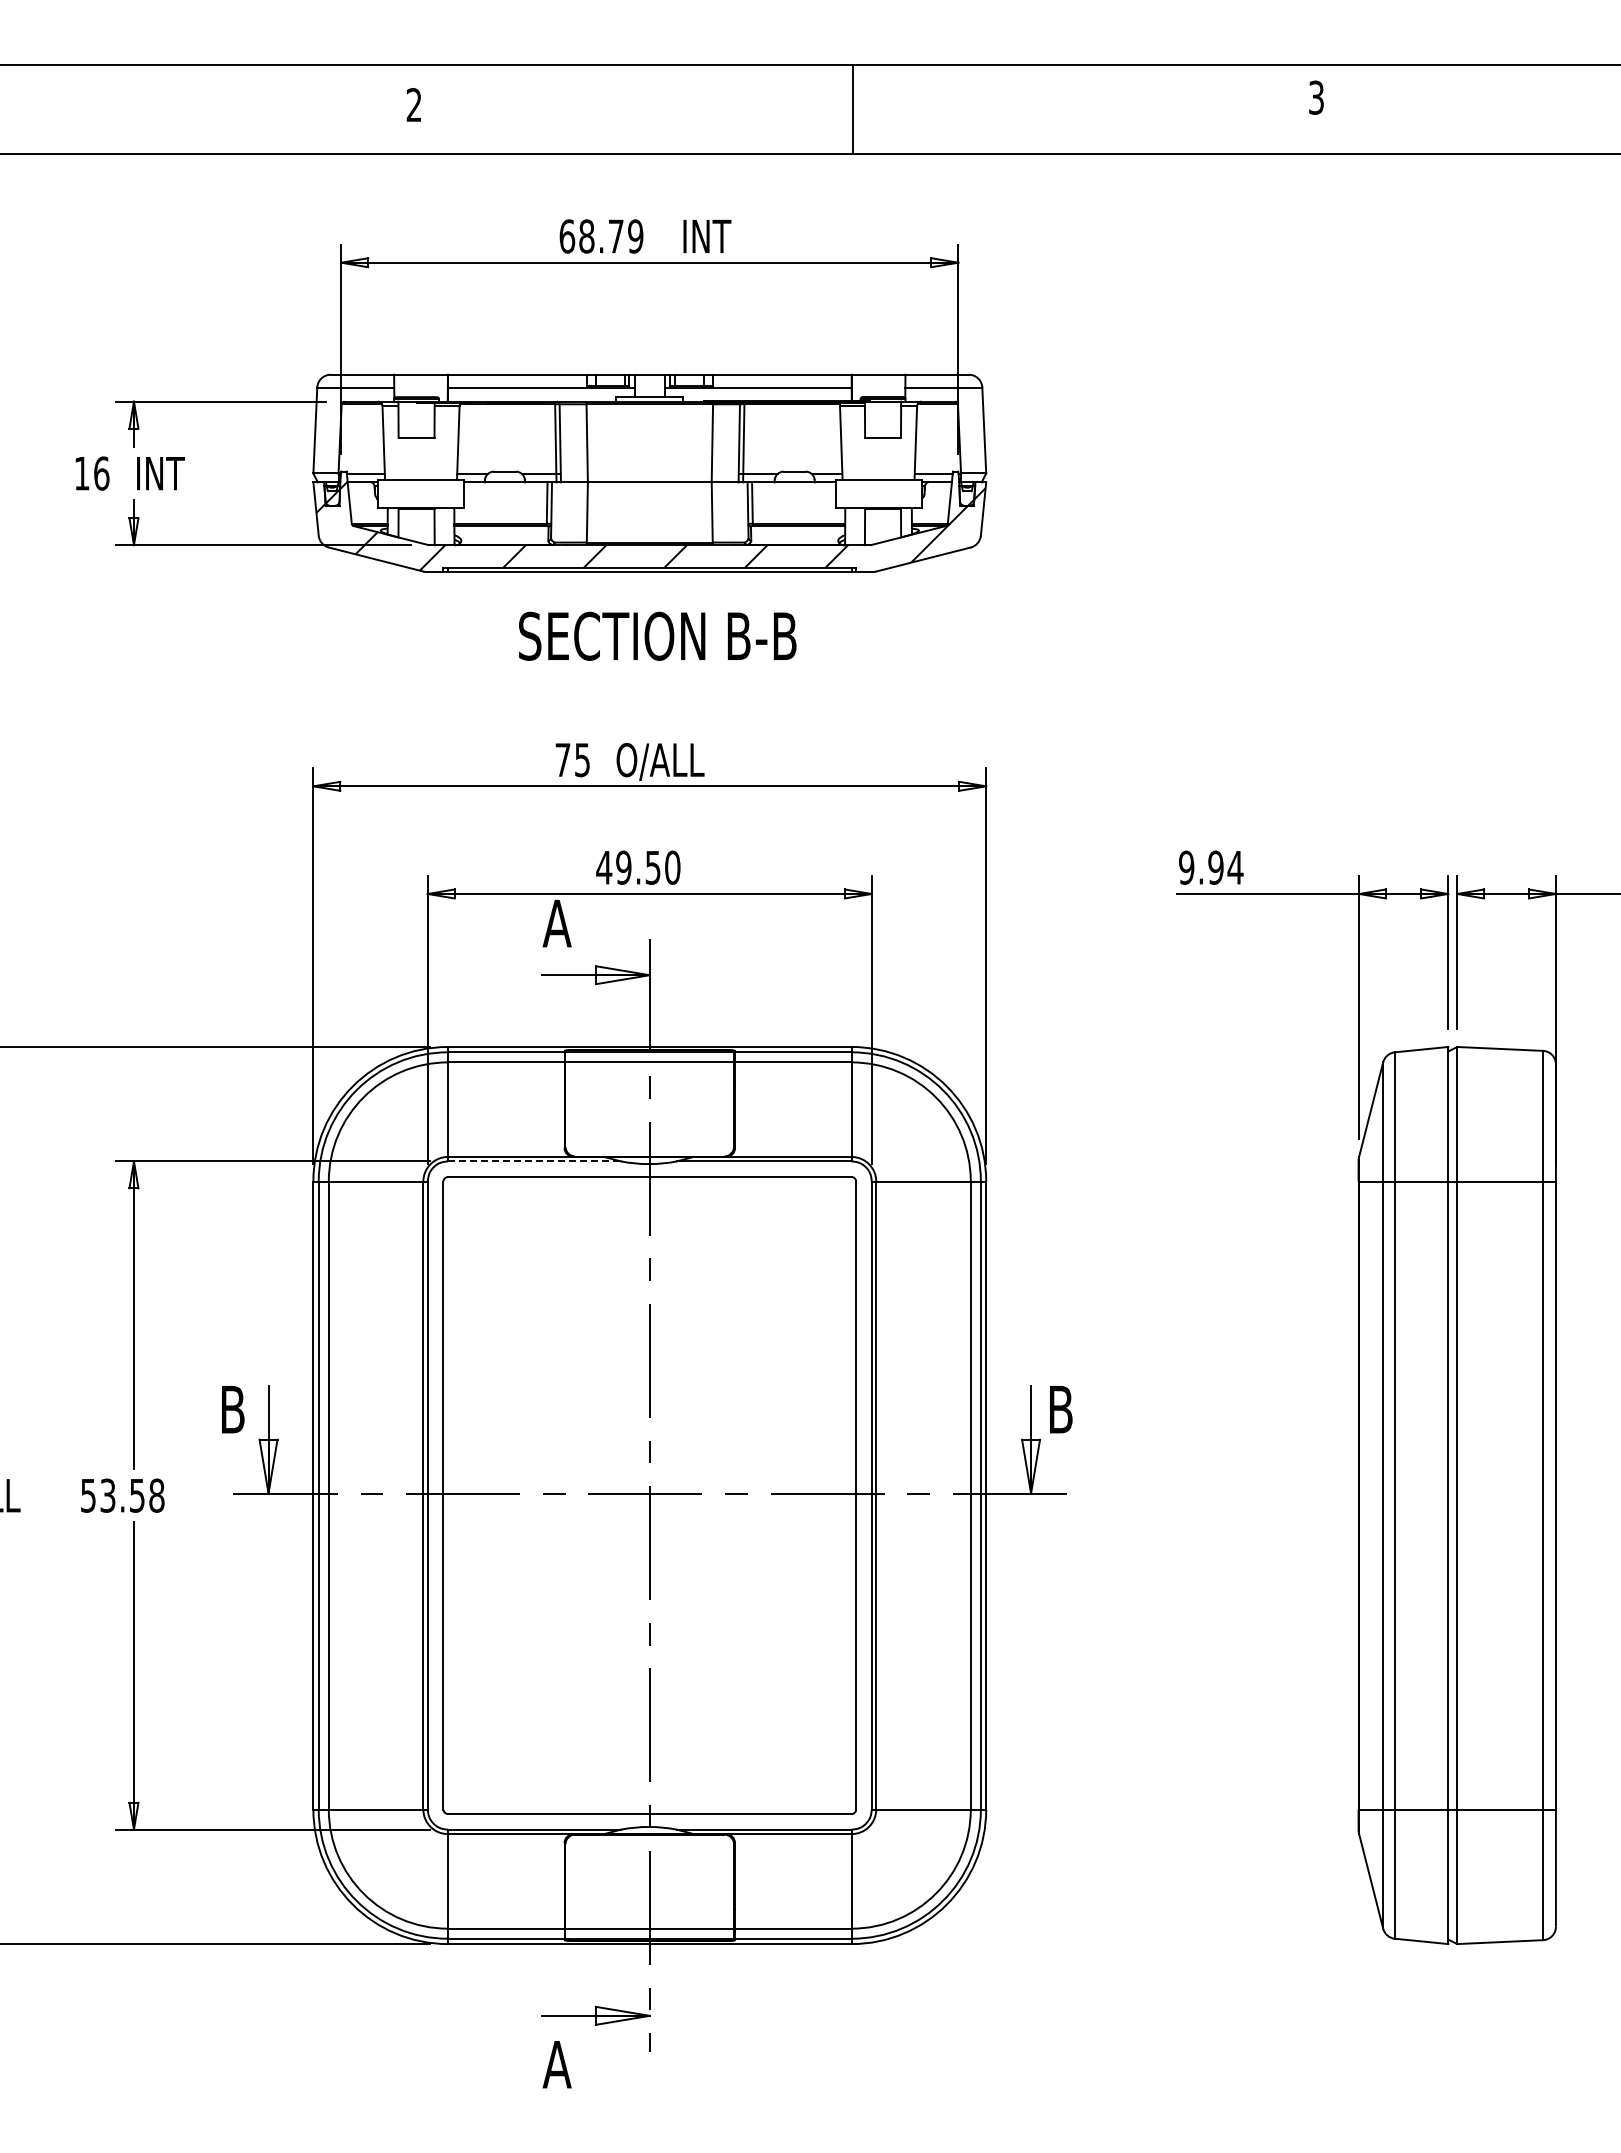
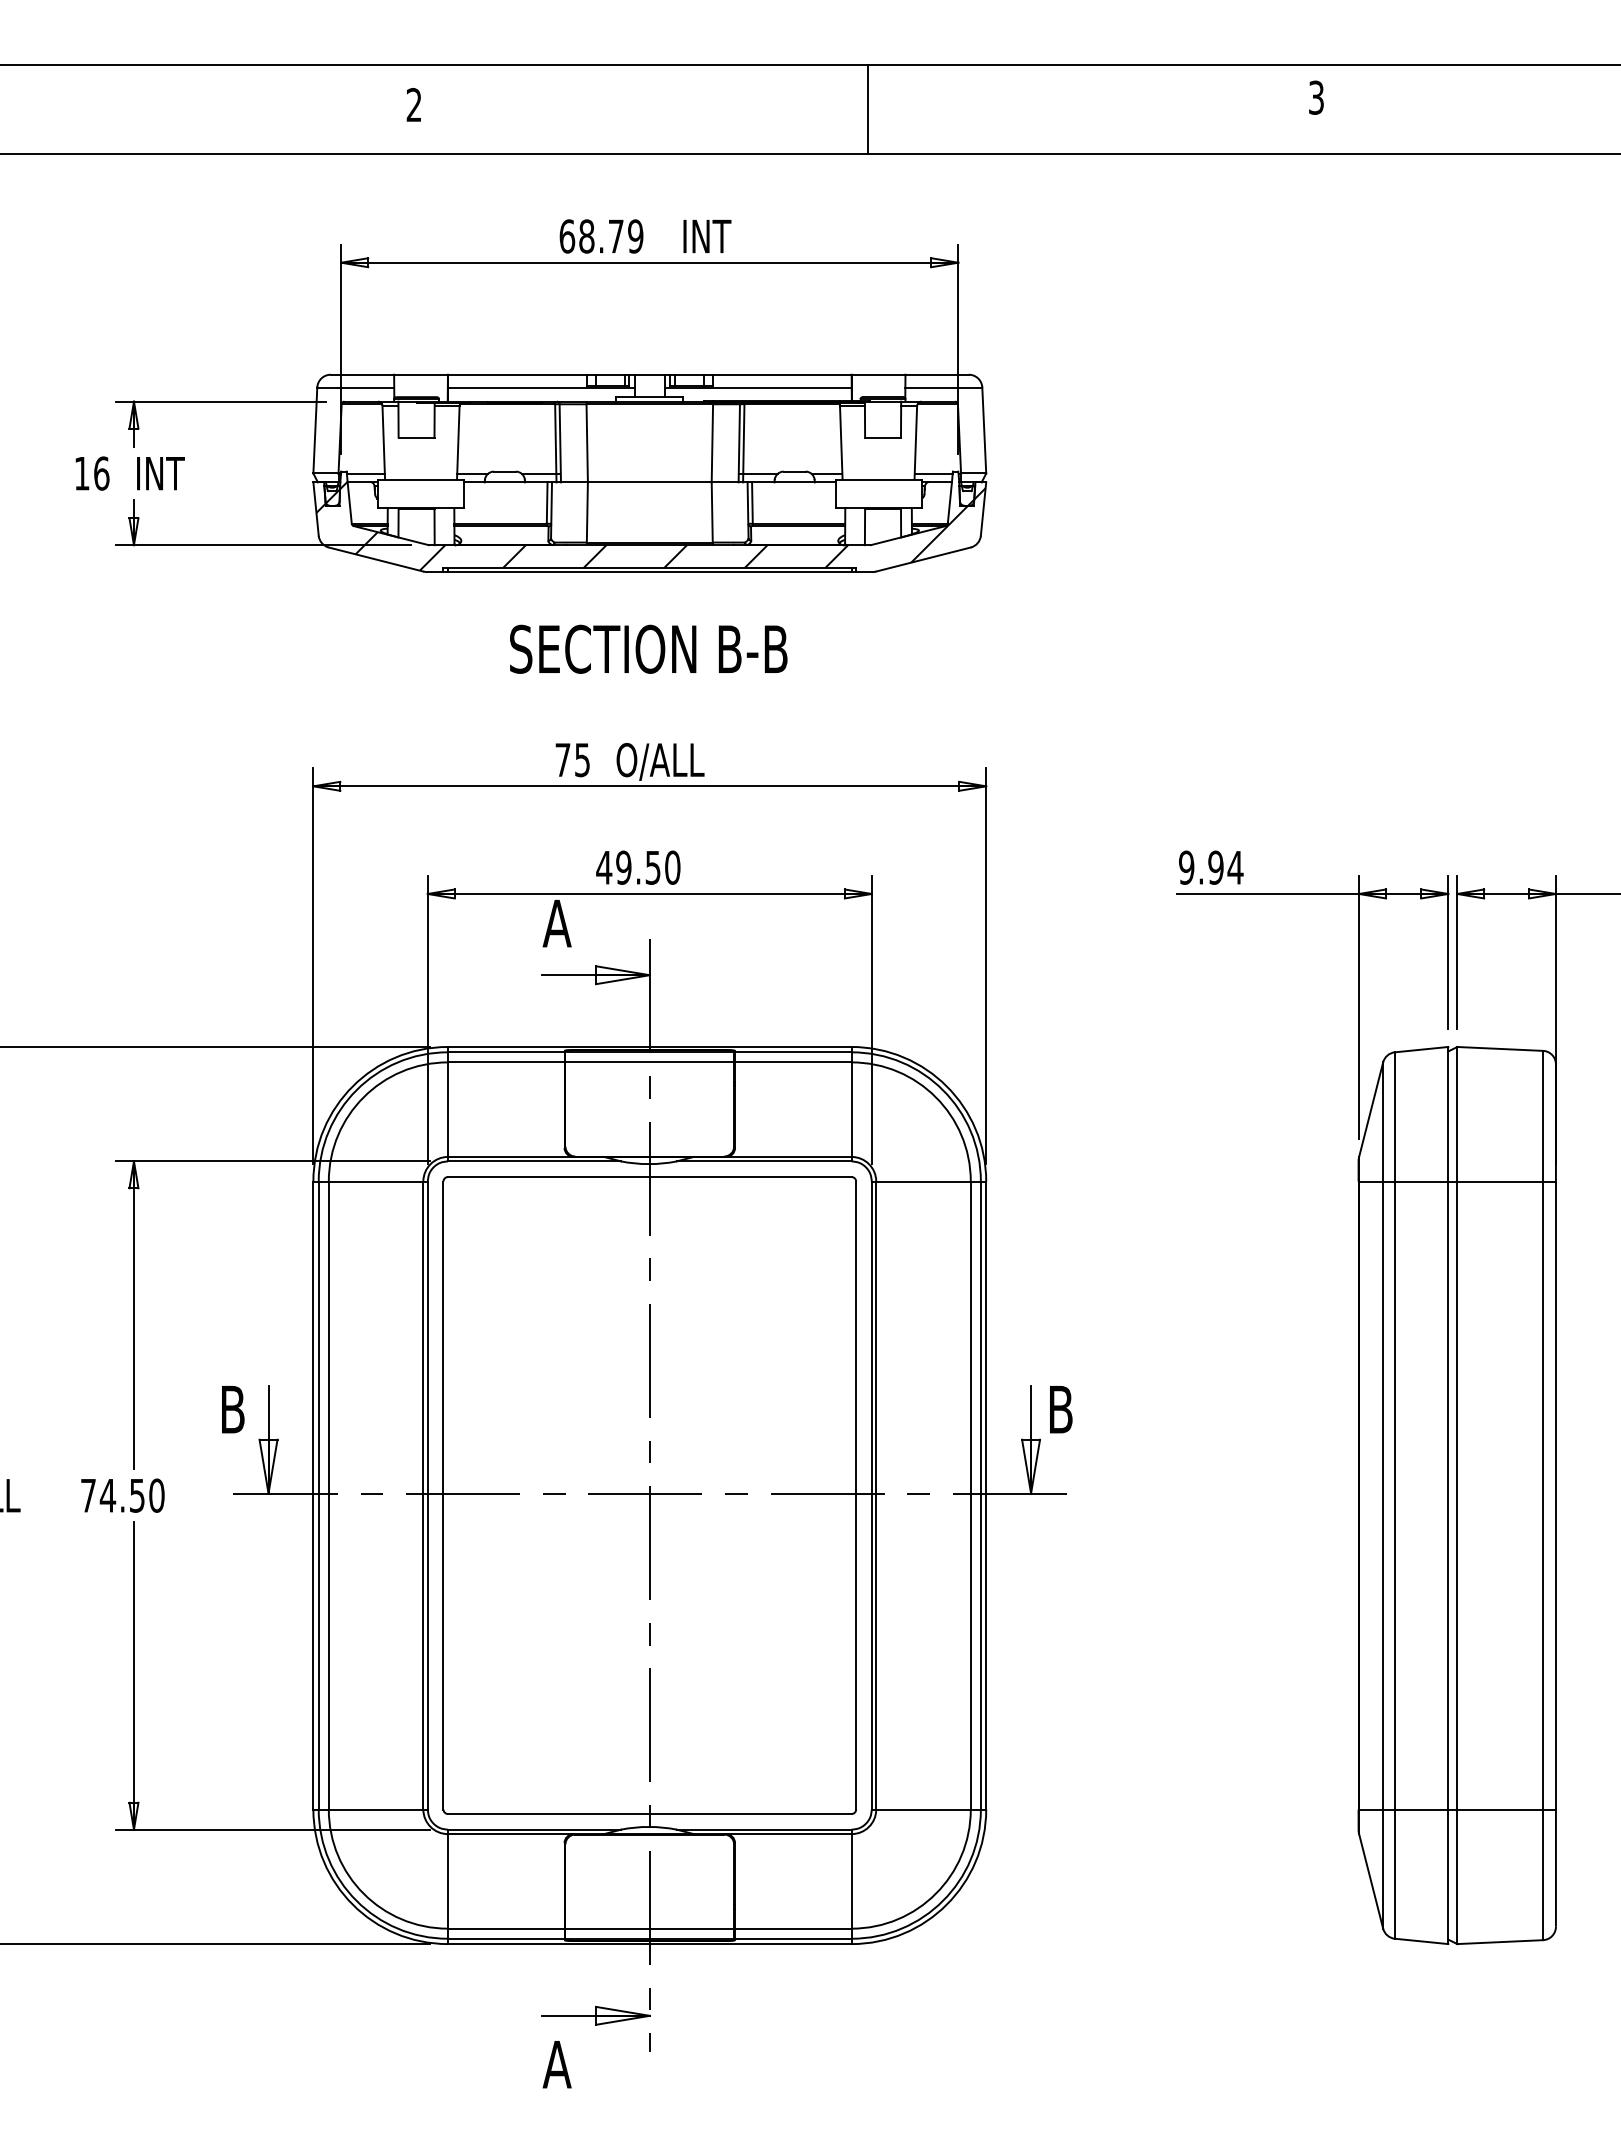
line at (853, 109) position: (853, 109) -> (868, 109)
text at (657, 635) position: (657, 635) -> (648, 648)
line at (534, 1161): dashed -> solid
text at (122, 1495): 53.58 -> 74.50
